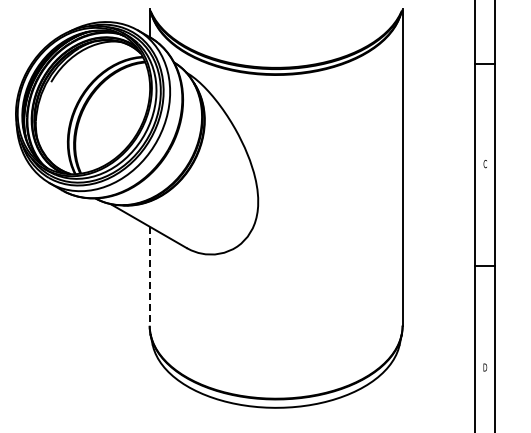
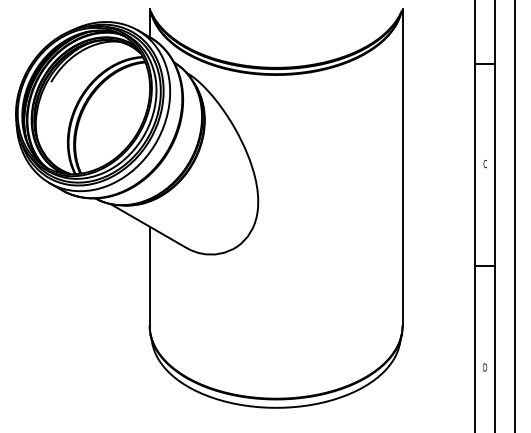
line at (515, 215): none -> present
line at (149, 276): dashed -> solid
